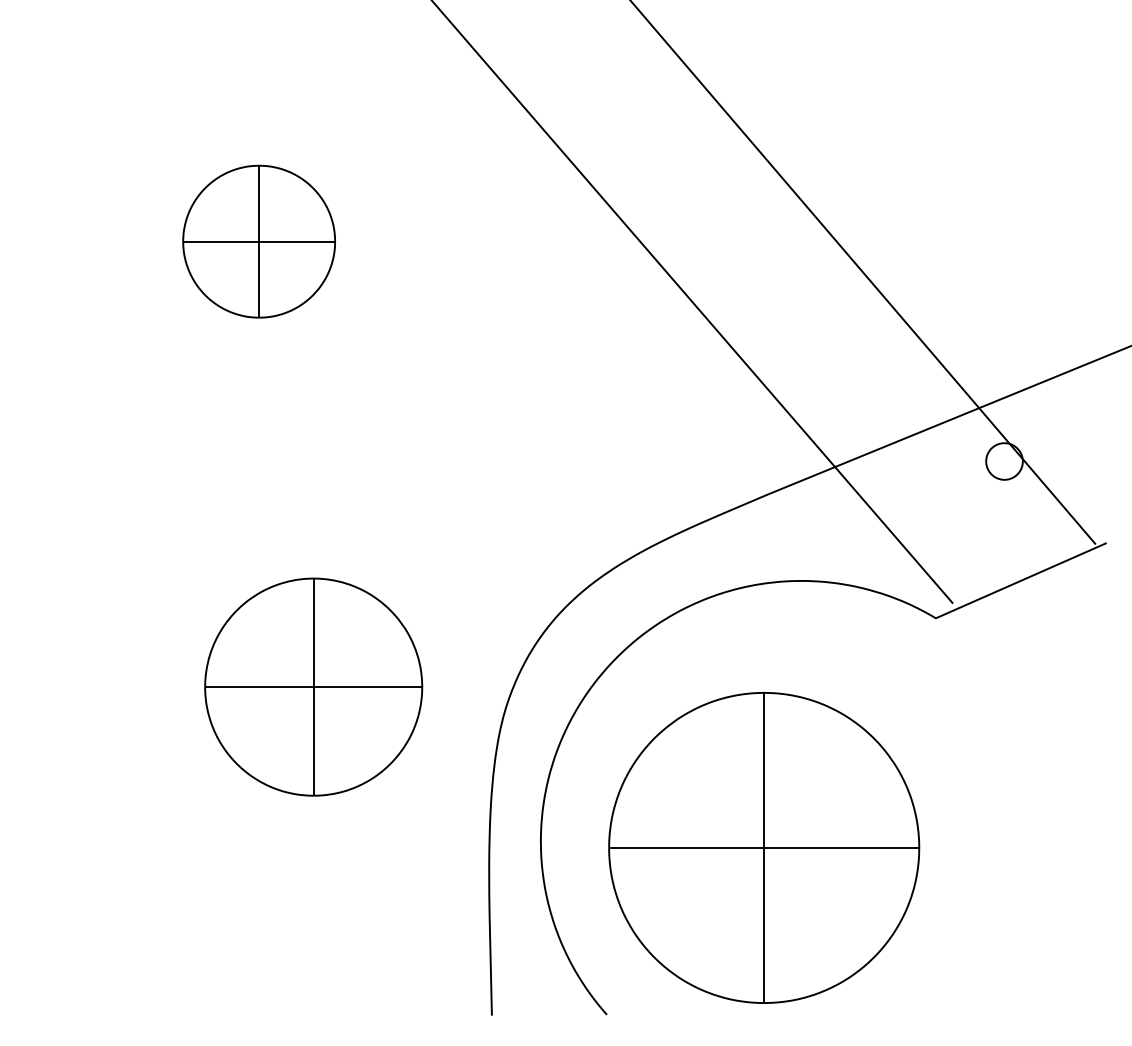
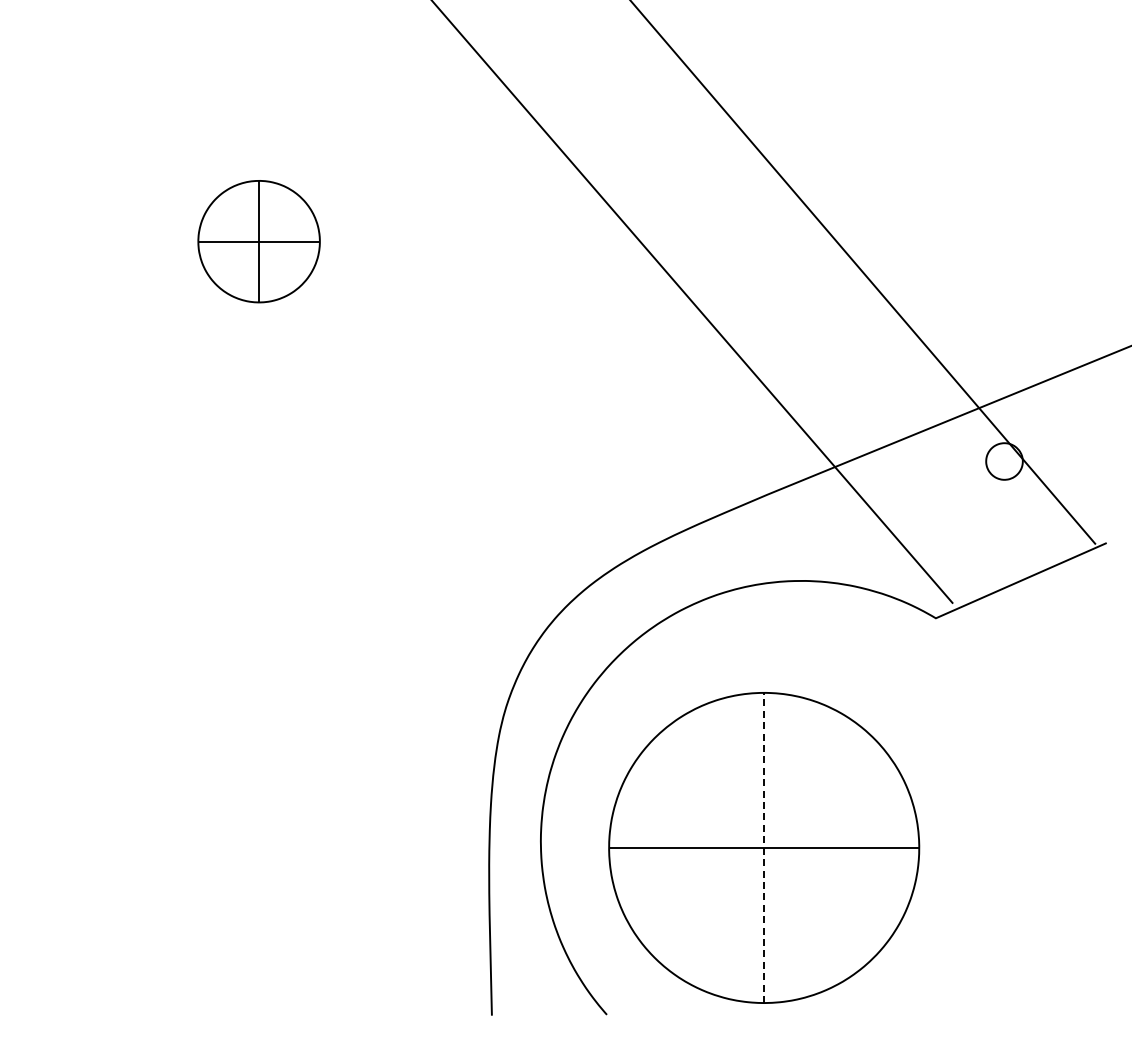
part at (258, 241) size: 154x155 px -> 124x124 px
part at (313, 686): present -> none
line at (764, 847): solid -> dashed
